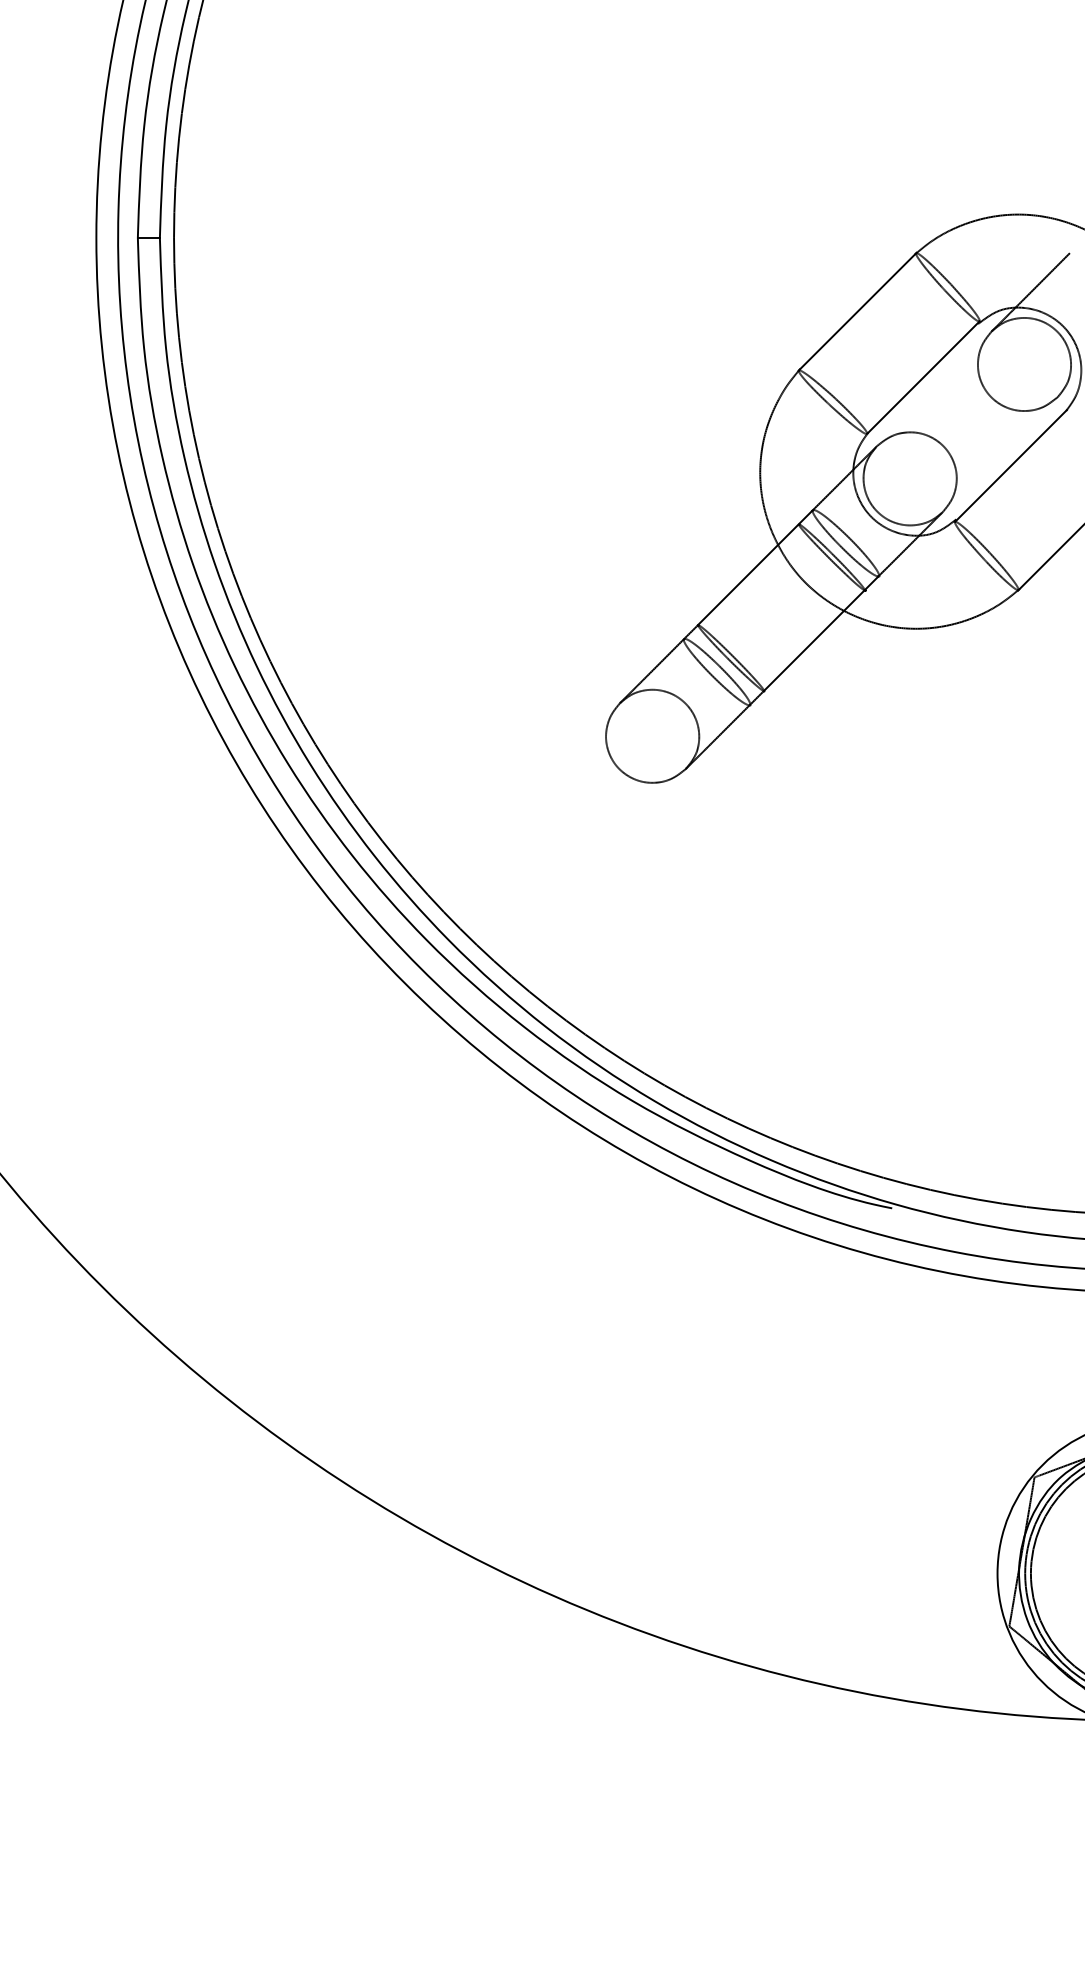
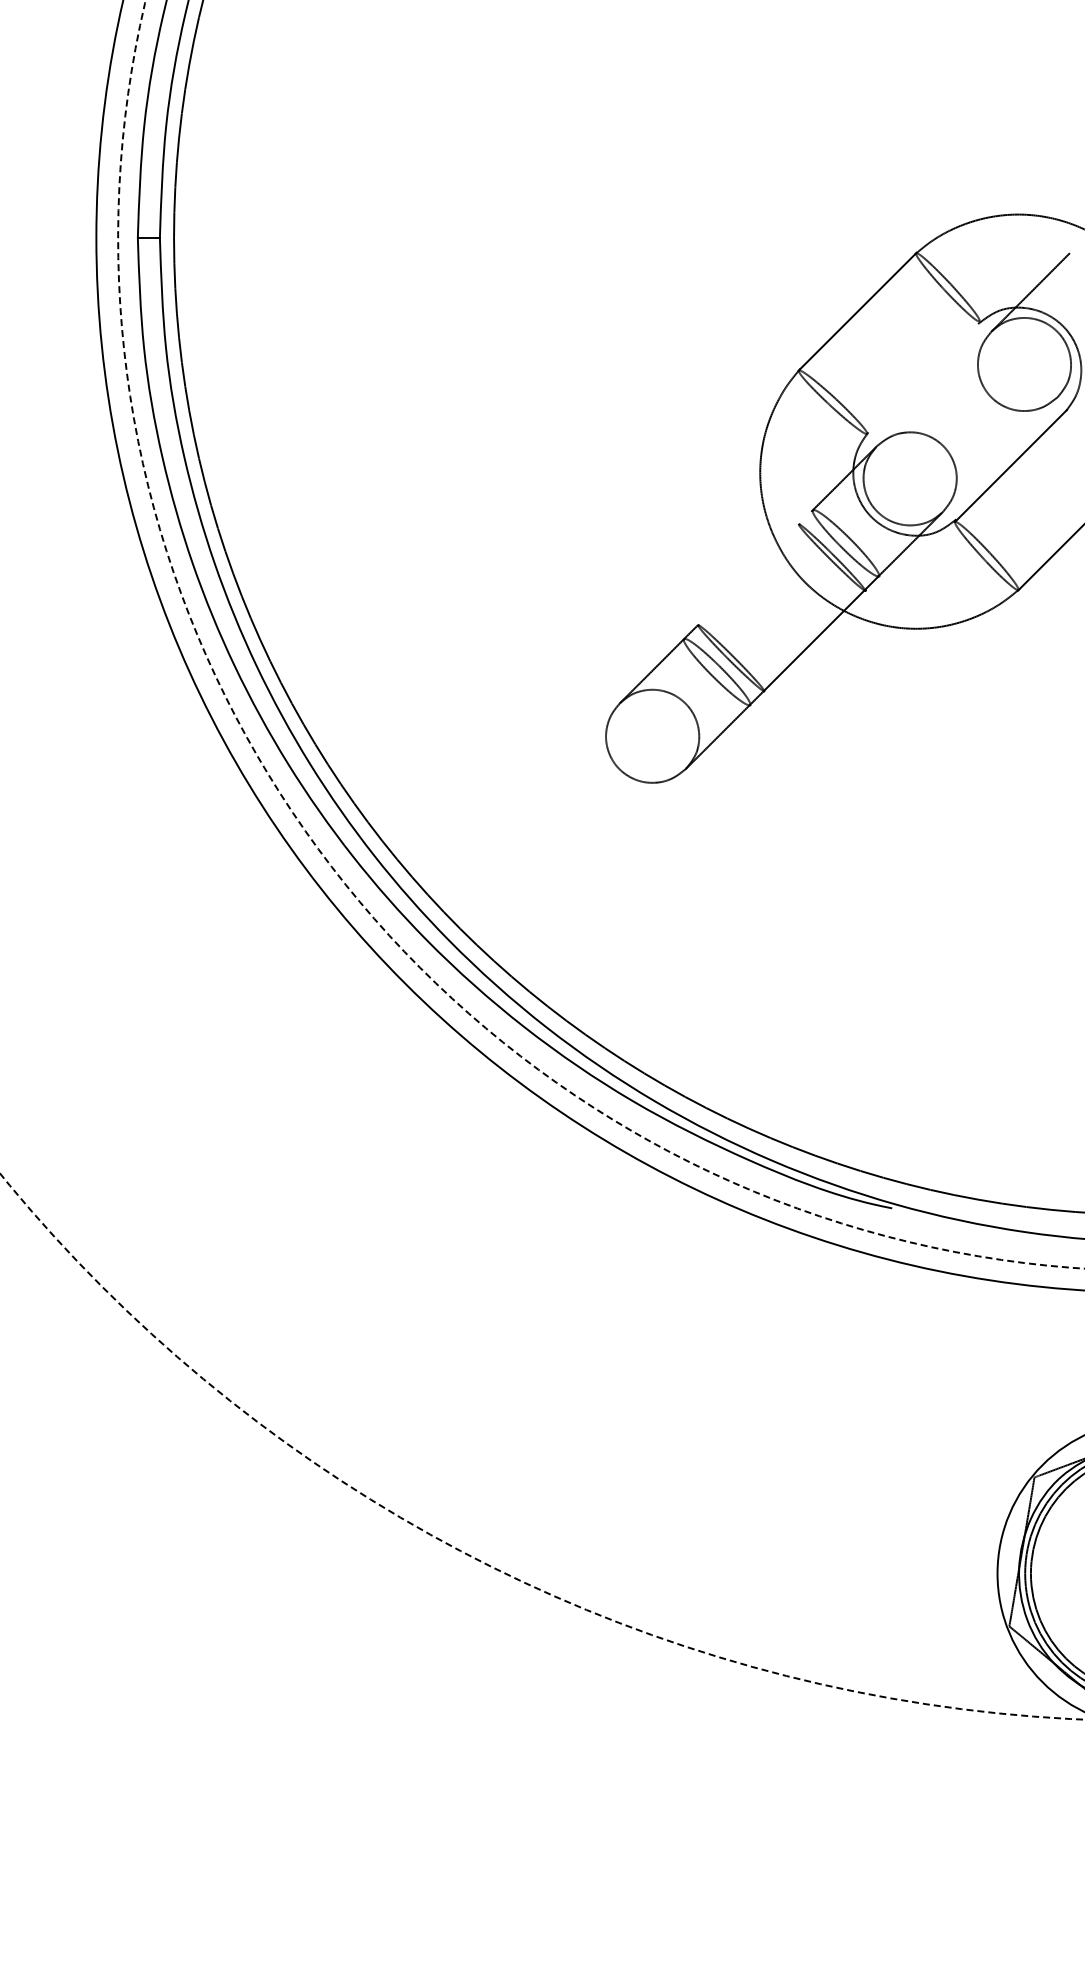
line at (923, 376): present -> none
line at (754, 567): present -> none
arc at (320, 852): solid -> dashed
arc at (482, 1562): solid -> dashed
